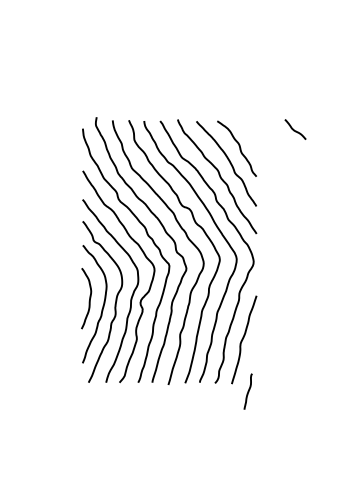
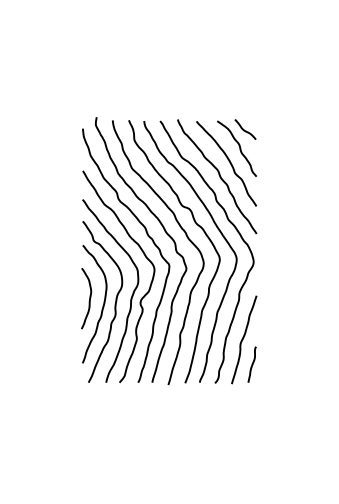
curve at (294, 129) position: (294, 129) -> (244, 129)
curve at (247, 391) position: (247, 391) -> (251, 364)
